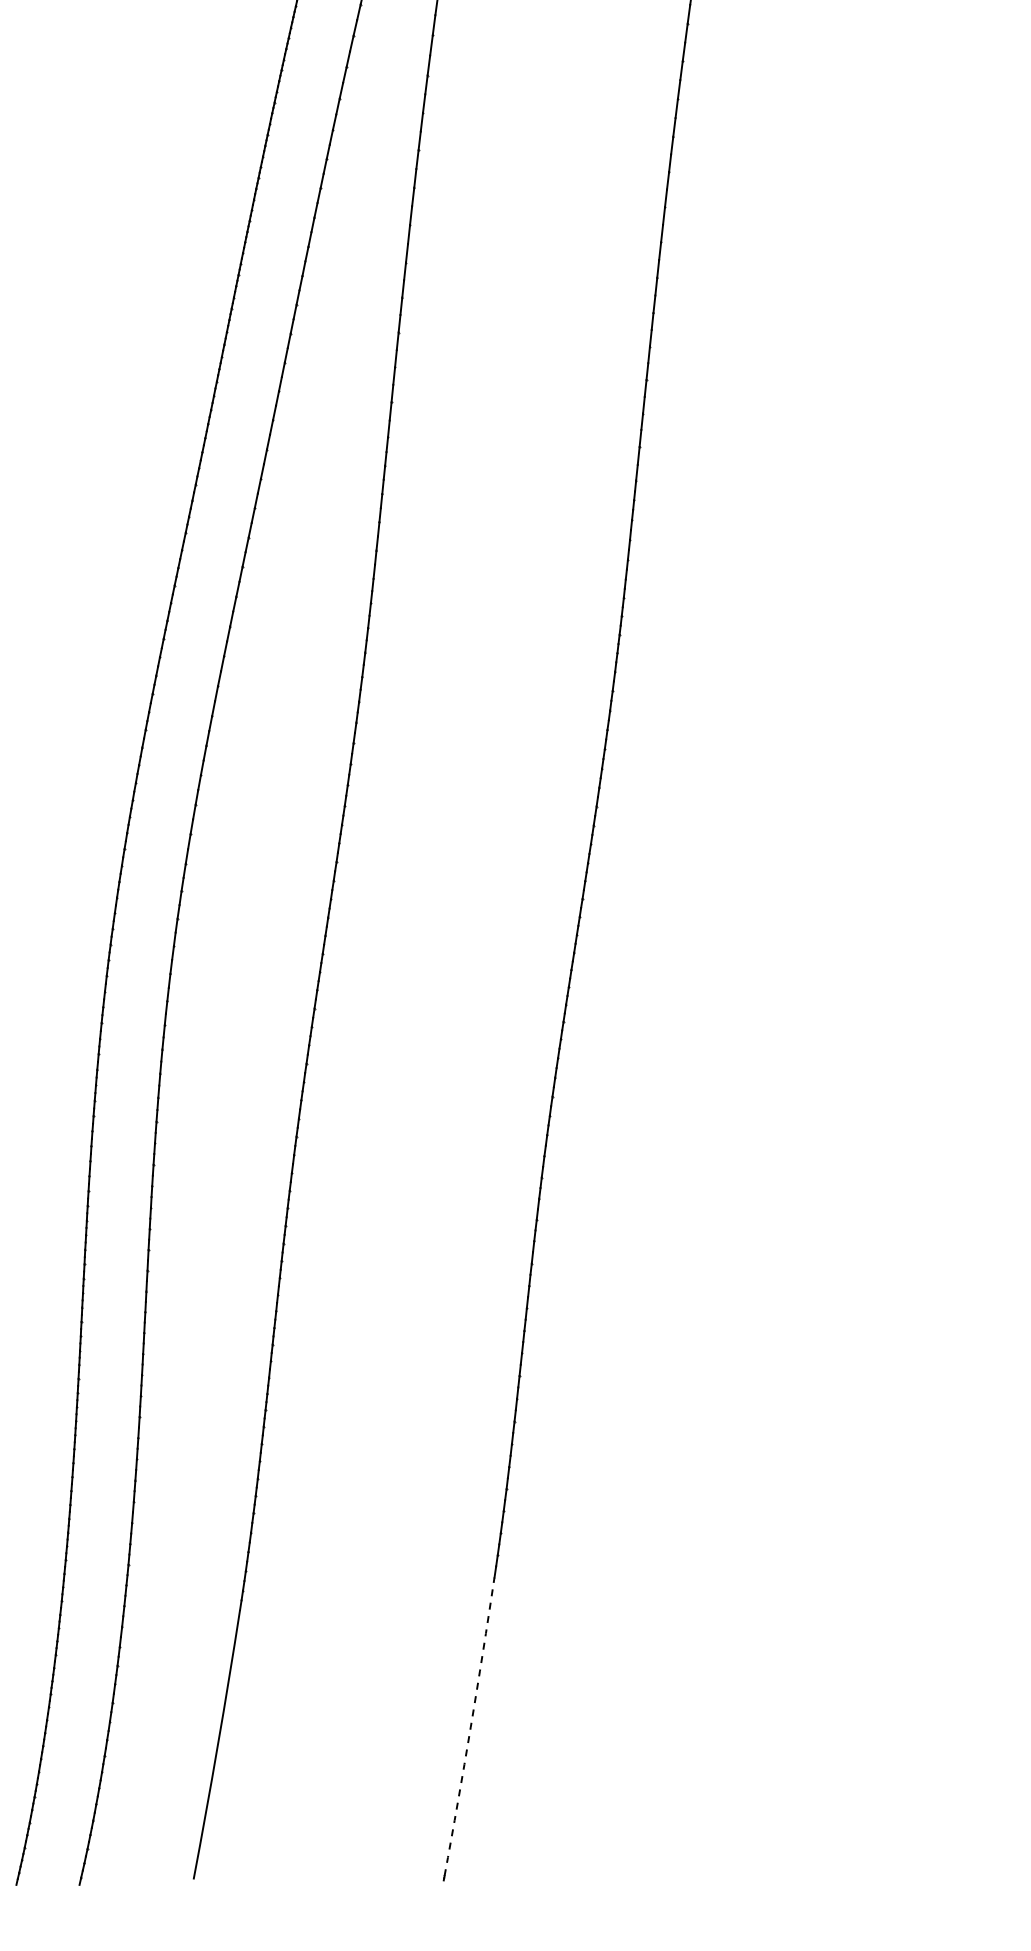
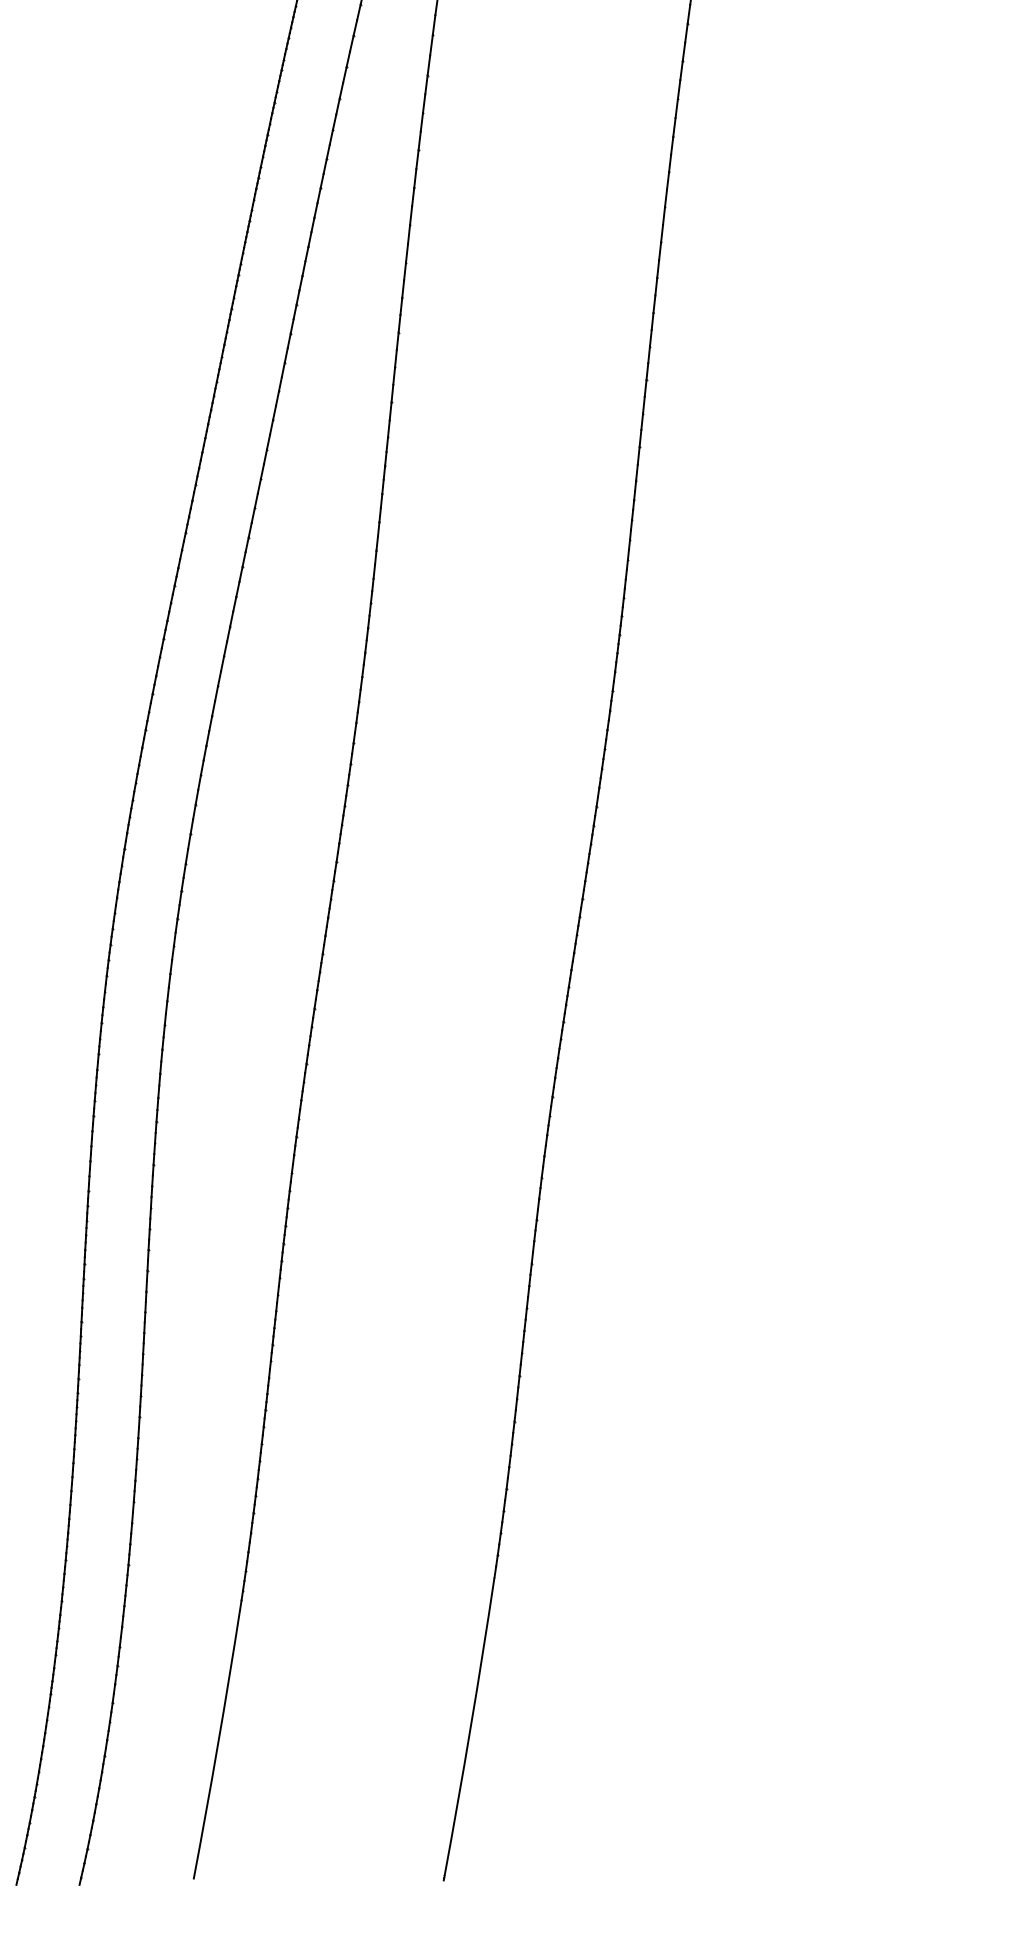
arc at (470, 1727): dashed -> solid
